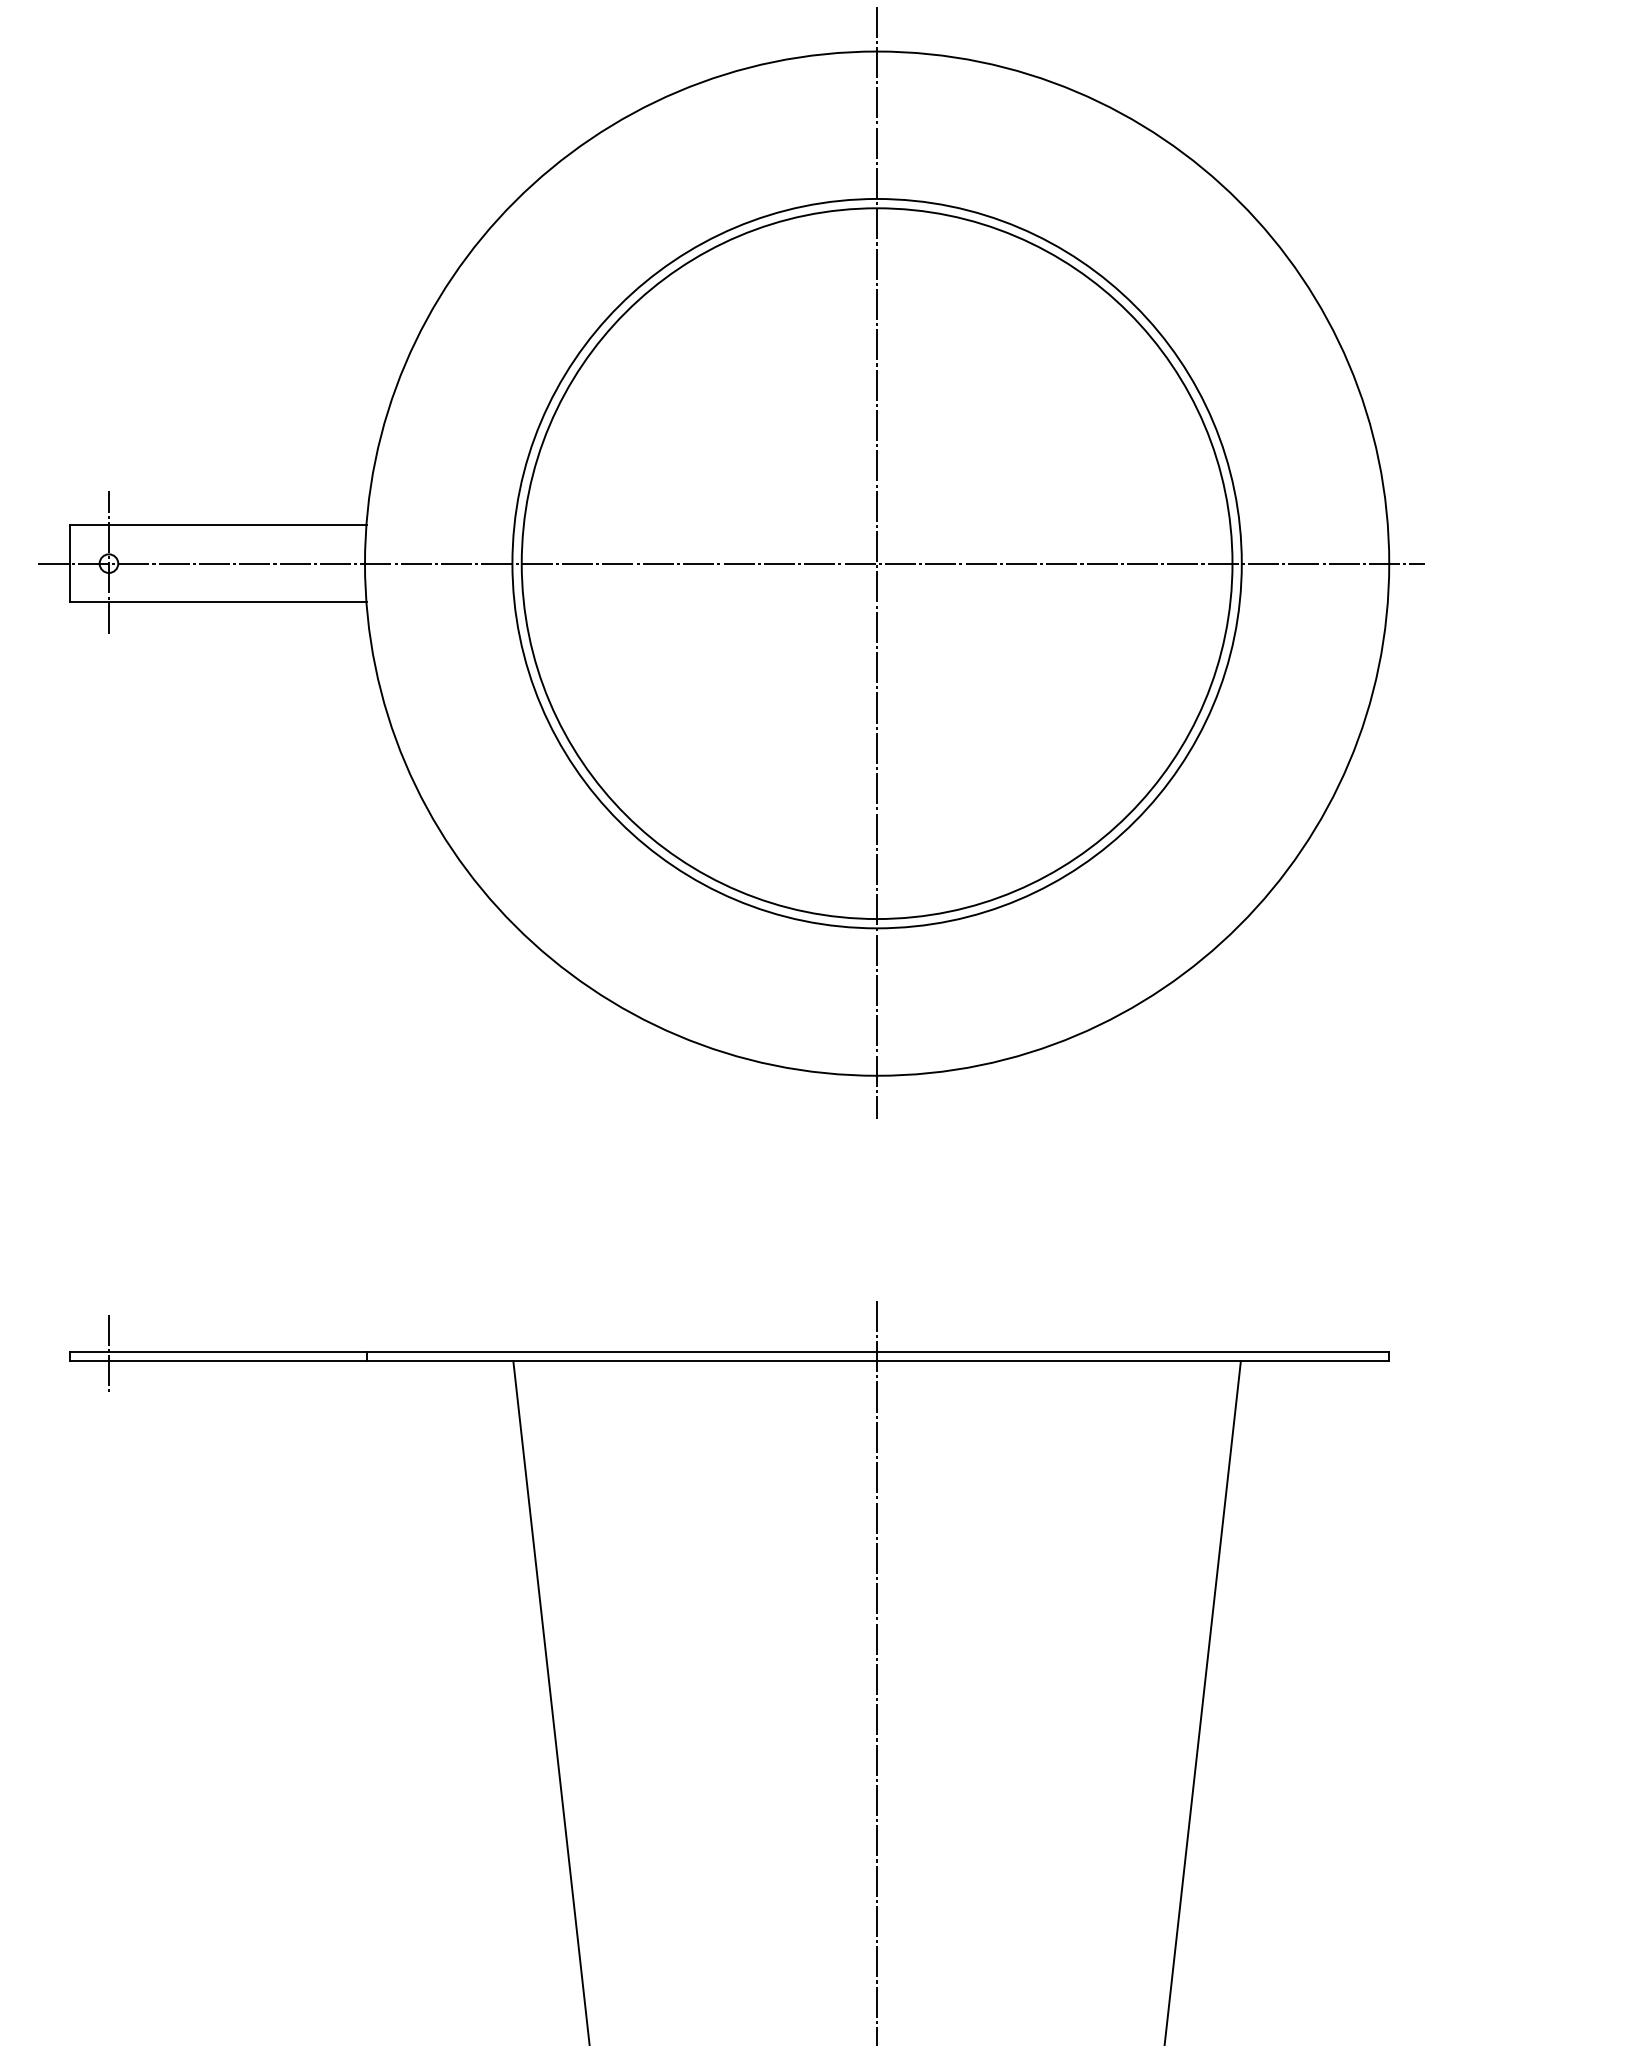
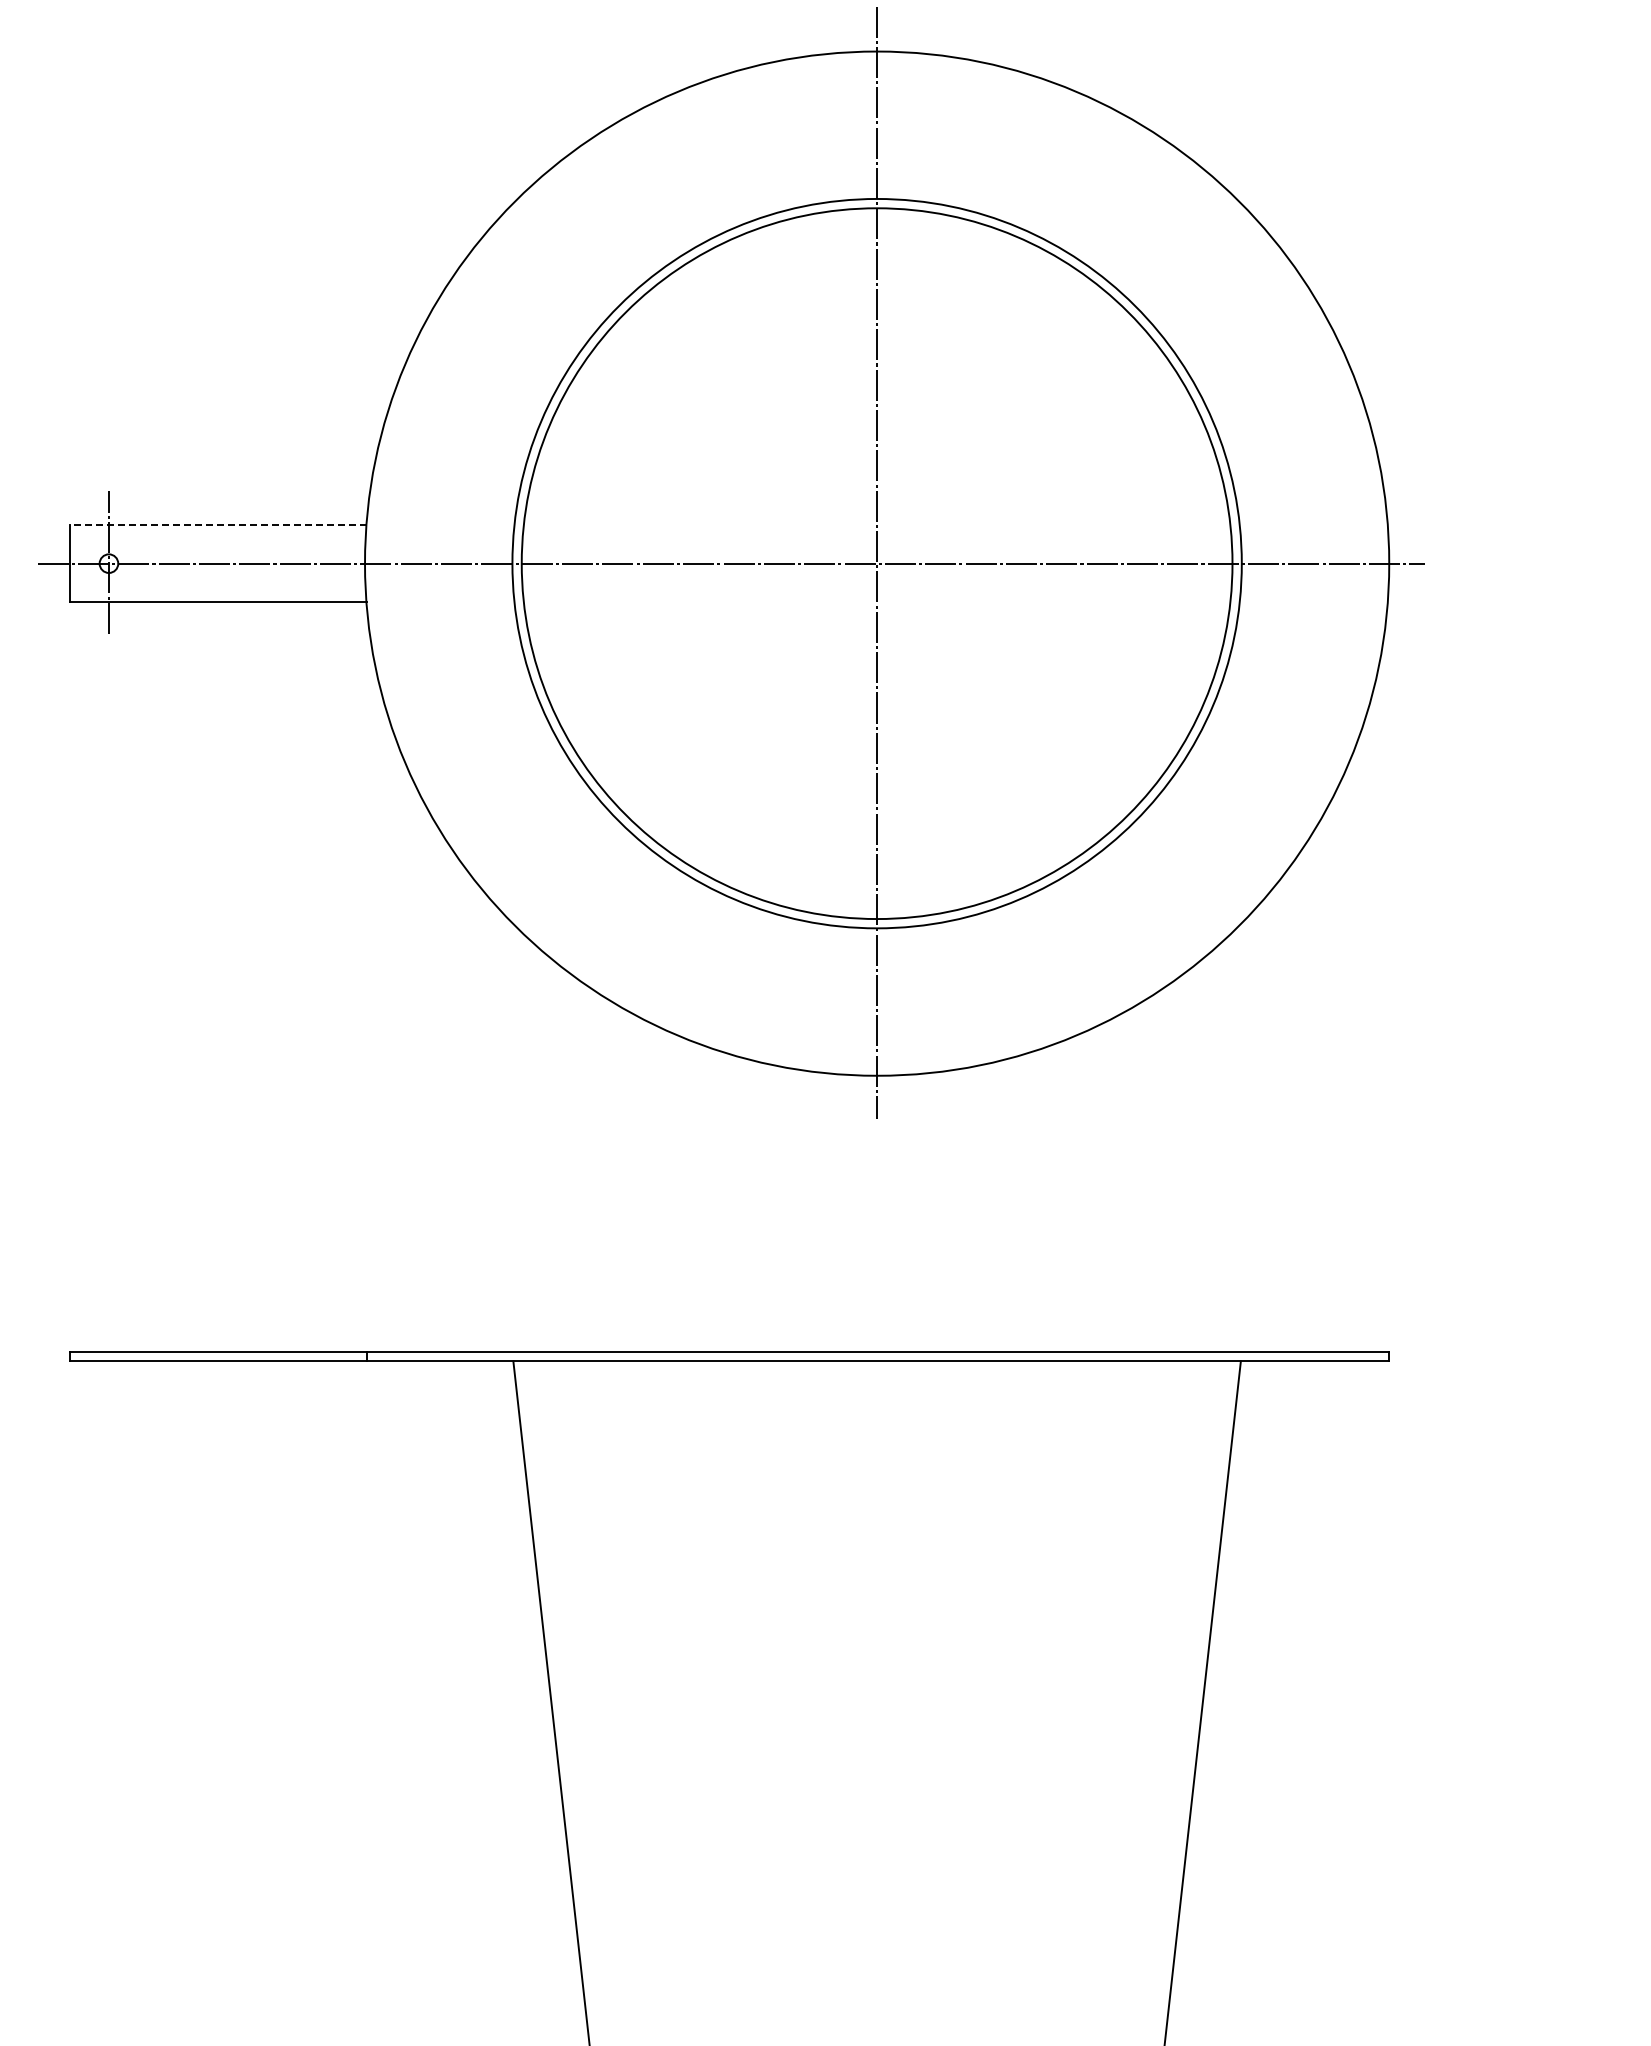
line at (217, 524): solid -> dashed
line at (108, 1353): present -> none
line at (877, 1671): present -> none
